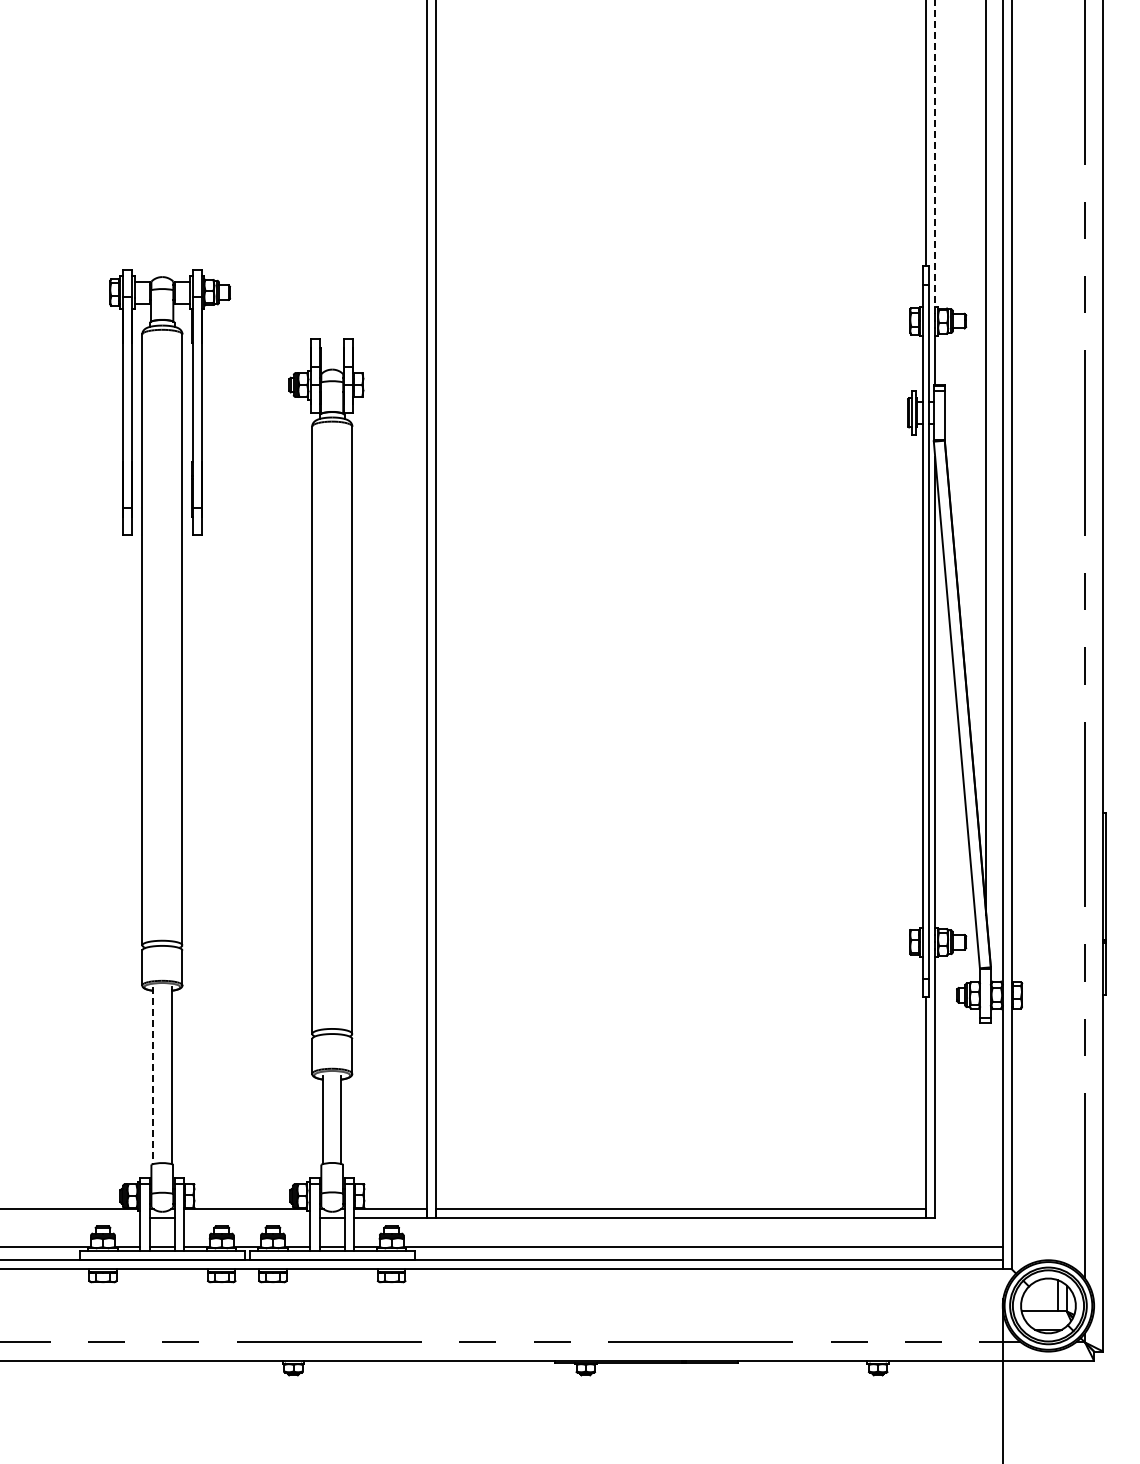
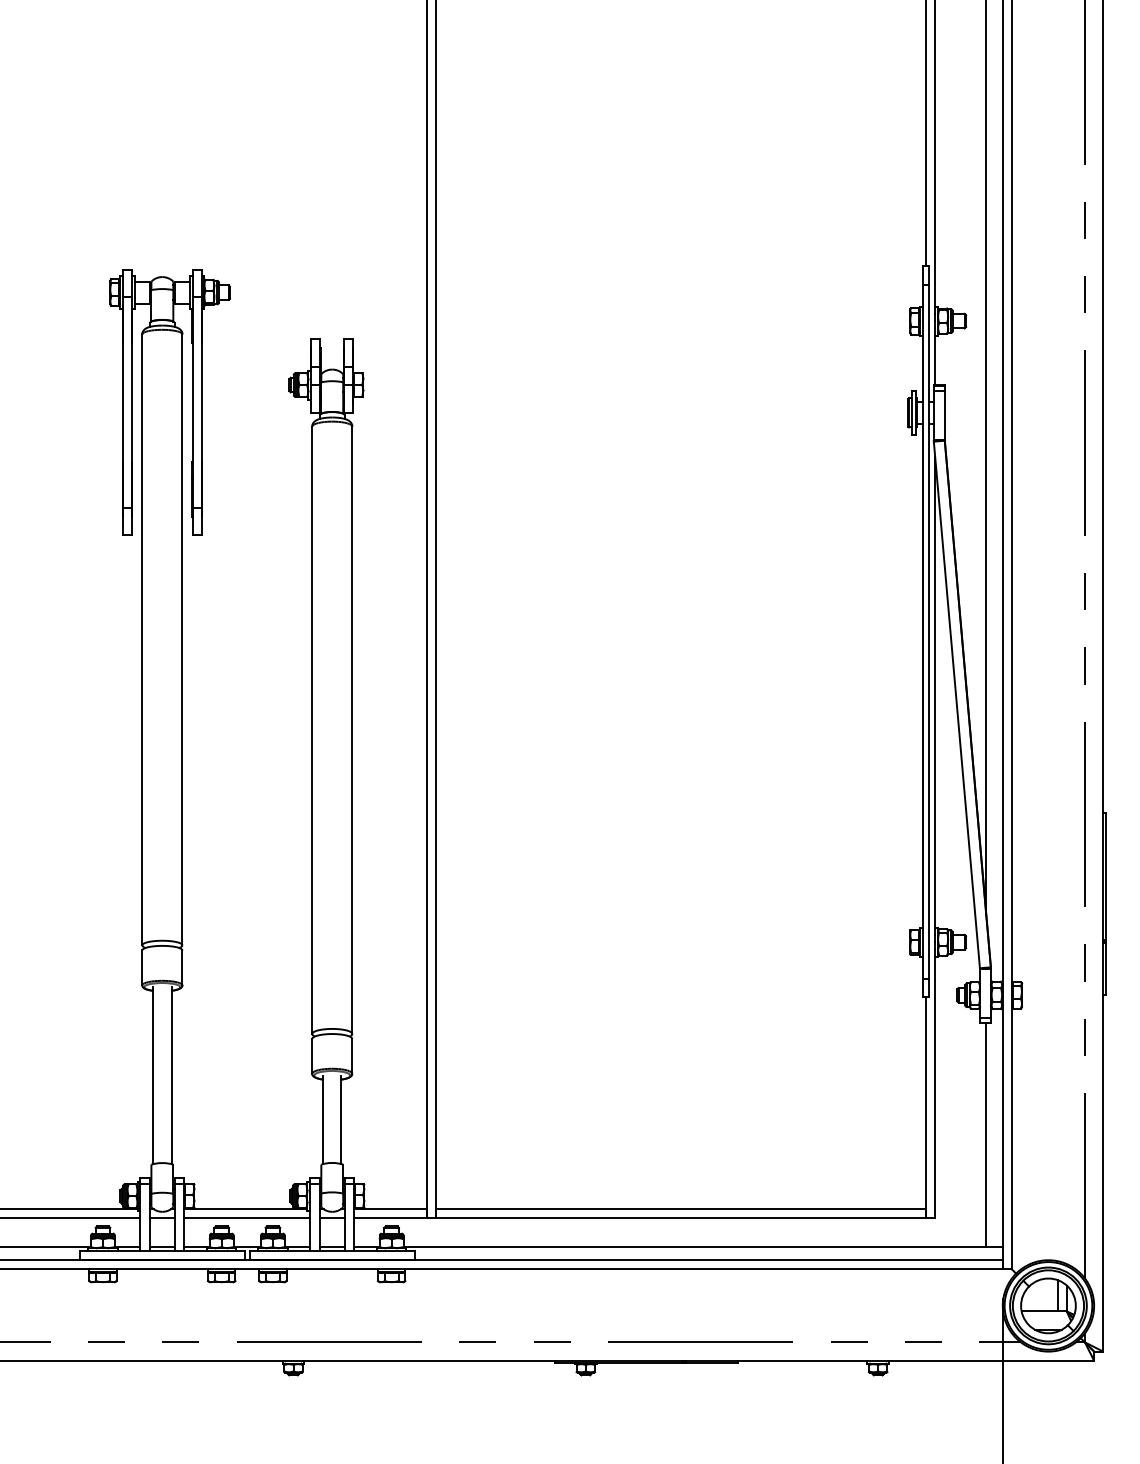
line at (935, 157): dashed -> solid
line at (153, 1076): dashed -> solid
line at (986, 1135): none -> present
line at (71, 1218): none -> present
line at (247, 1218): none -> present
